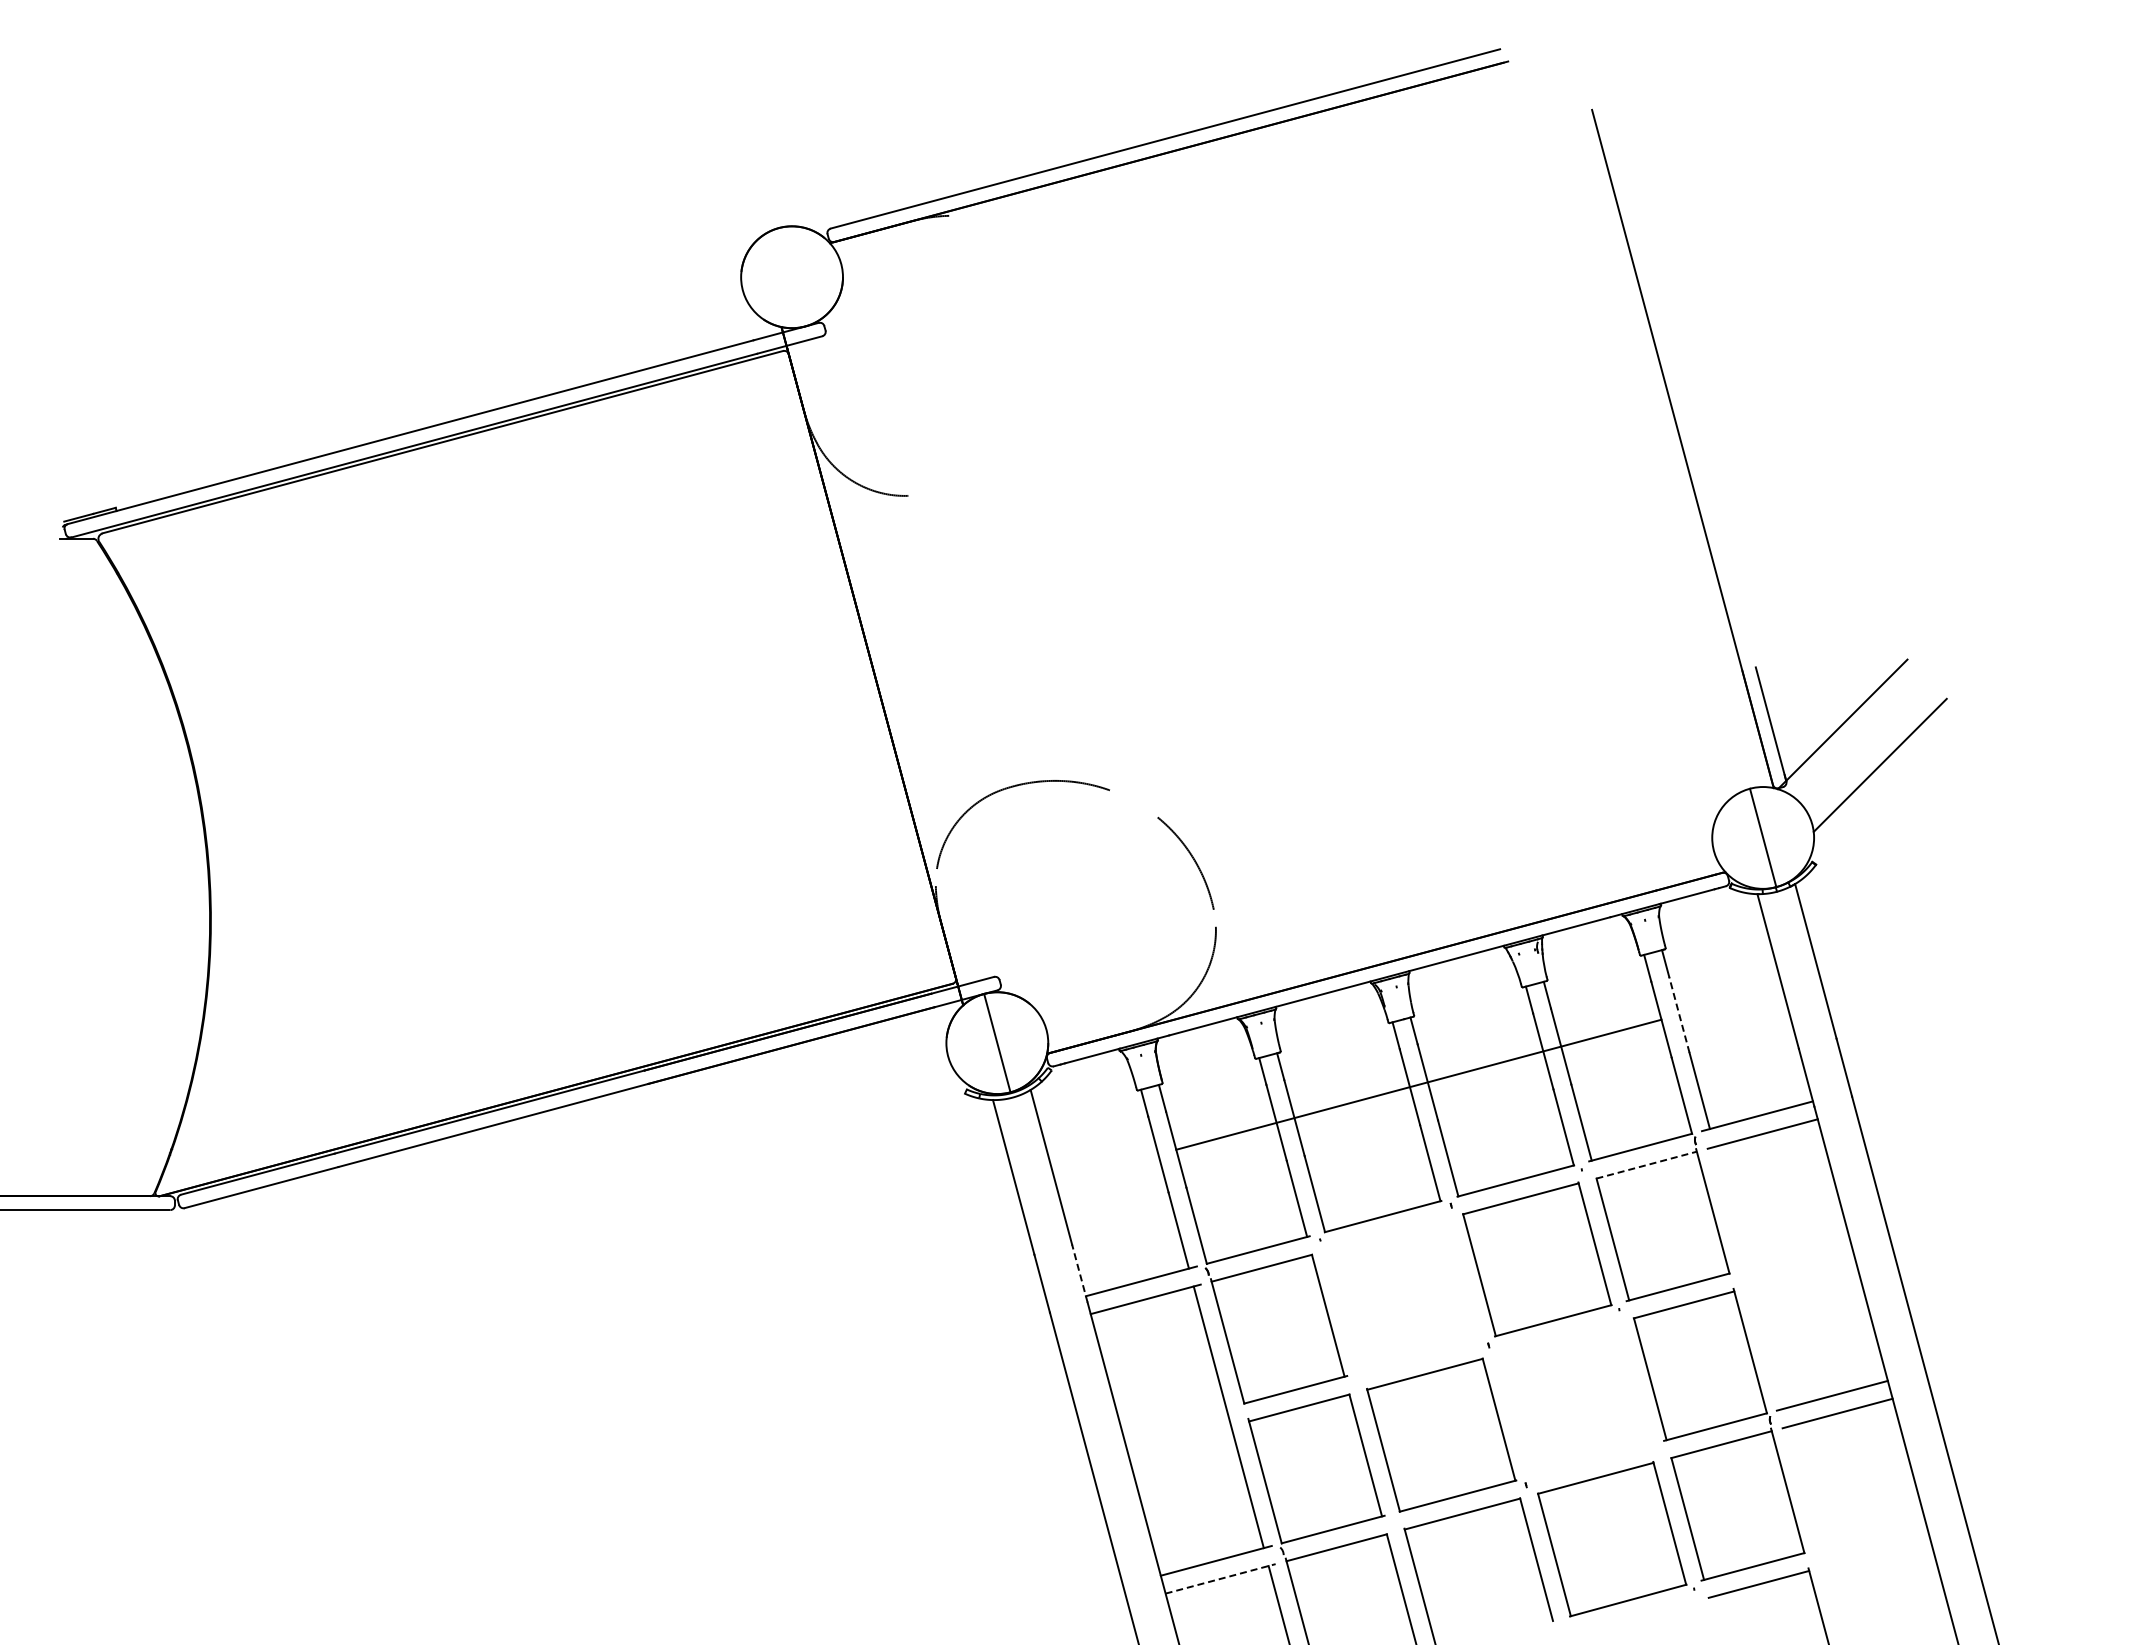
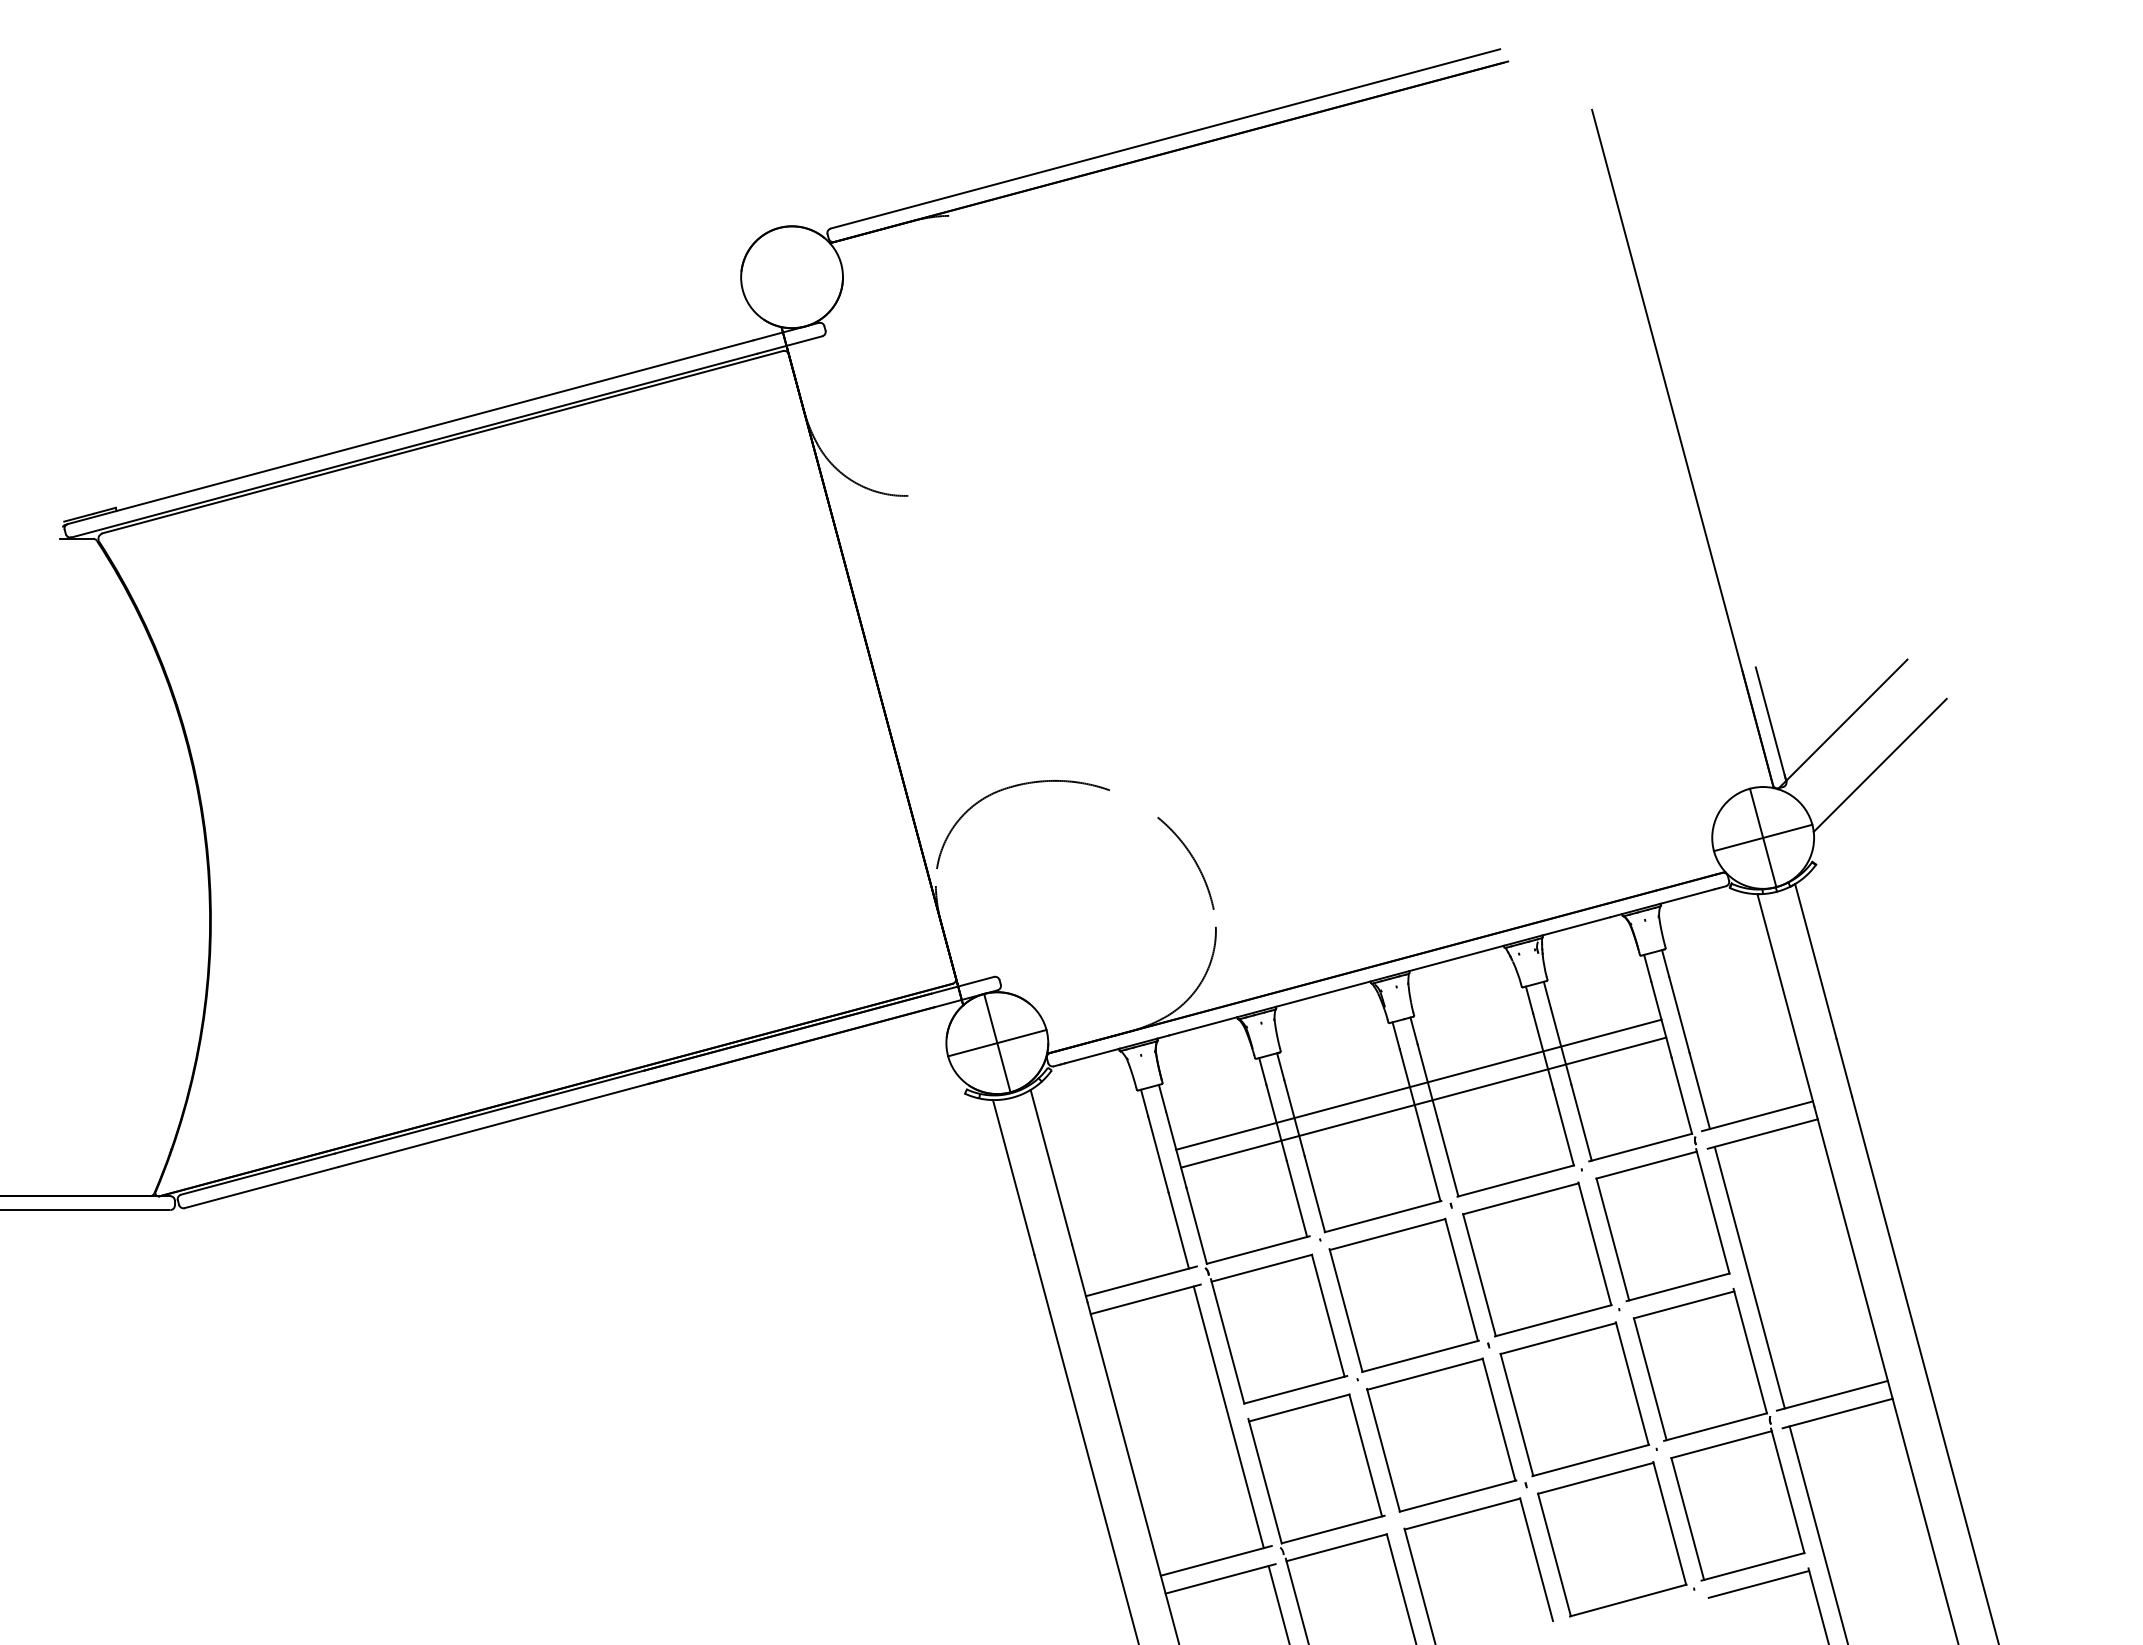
line at (1762, 837): none -> present
line at (1679, 1014): dashed -> solid
line at (997, 1042): none -> present
line at (1423, 1102): none -> present
line at (1646, 1165): dashed -> solid
line at (1079, 1273): dashed -> solid
line at (1749, 1277): none -> present
part at (1403, 1299): none -> present
part at (1578, 1399): none -> present
line at (1818, 1533): none -> present
line at (1220, 1578): dashed -> solid
